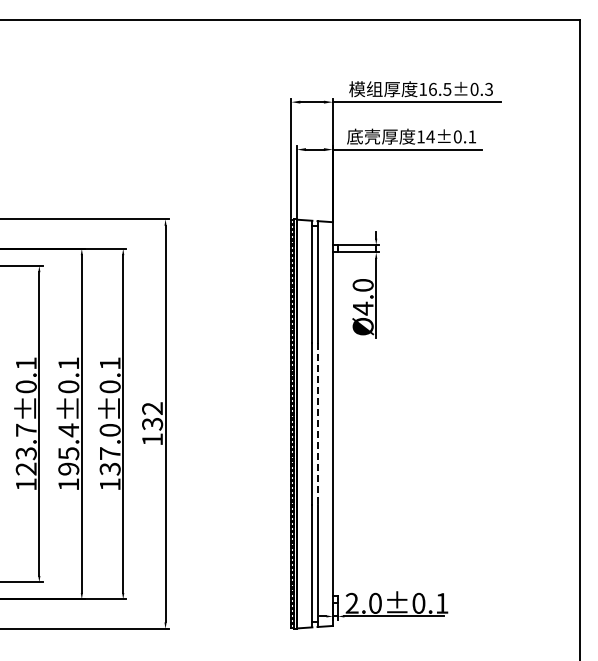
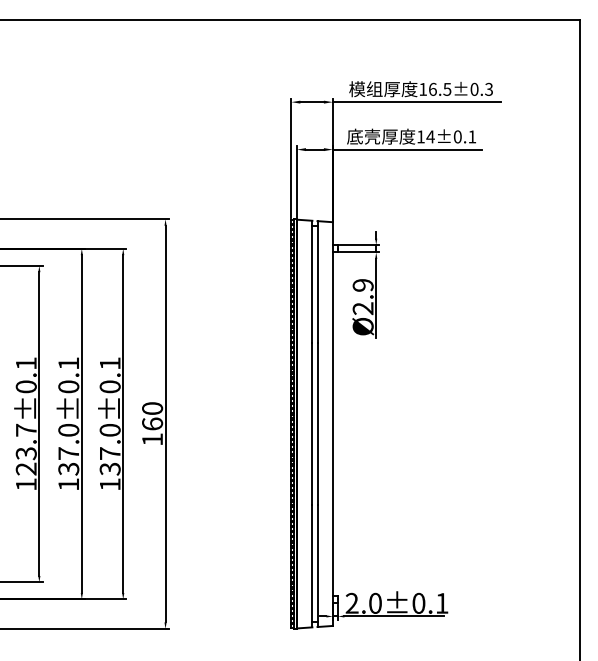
text at (362, 297): 4.0 -> 2.9
text at (152, 416): 132 -> 160
line at (317, 424): dashed -> solid
text at (68, 449): 195.4±0.1 -> 137.0±0.1
